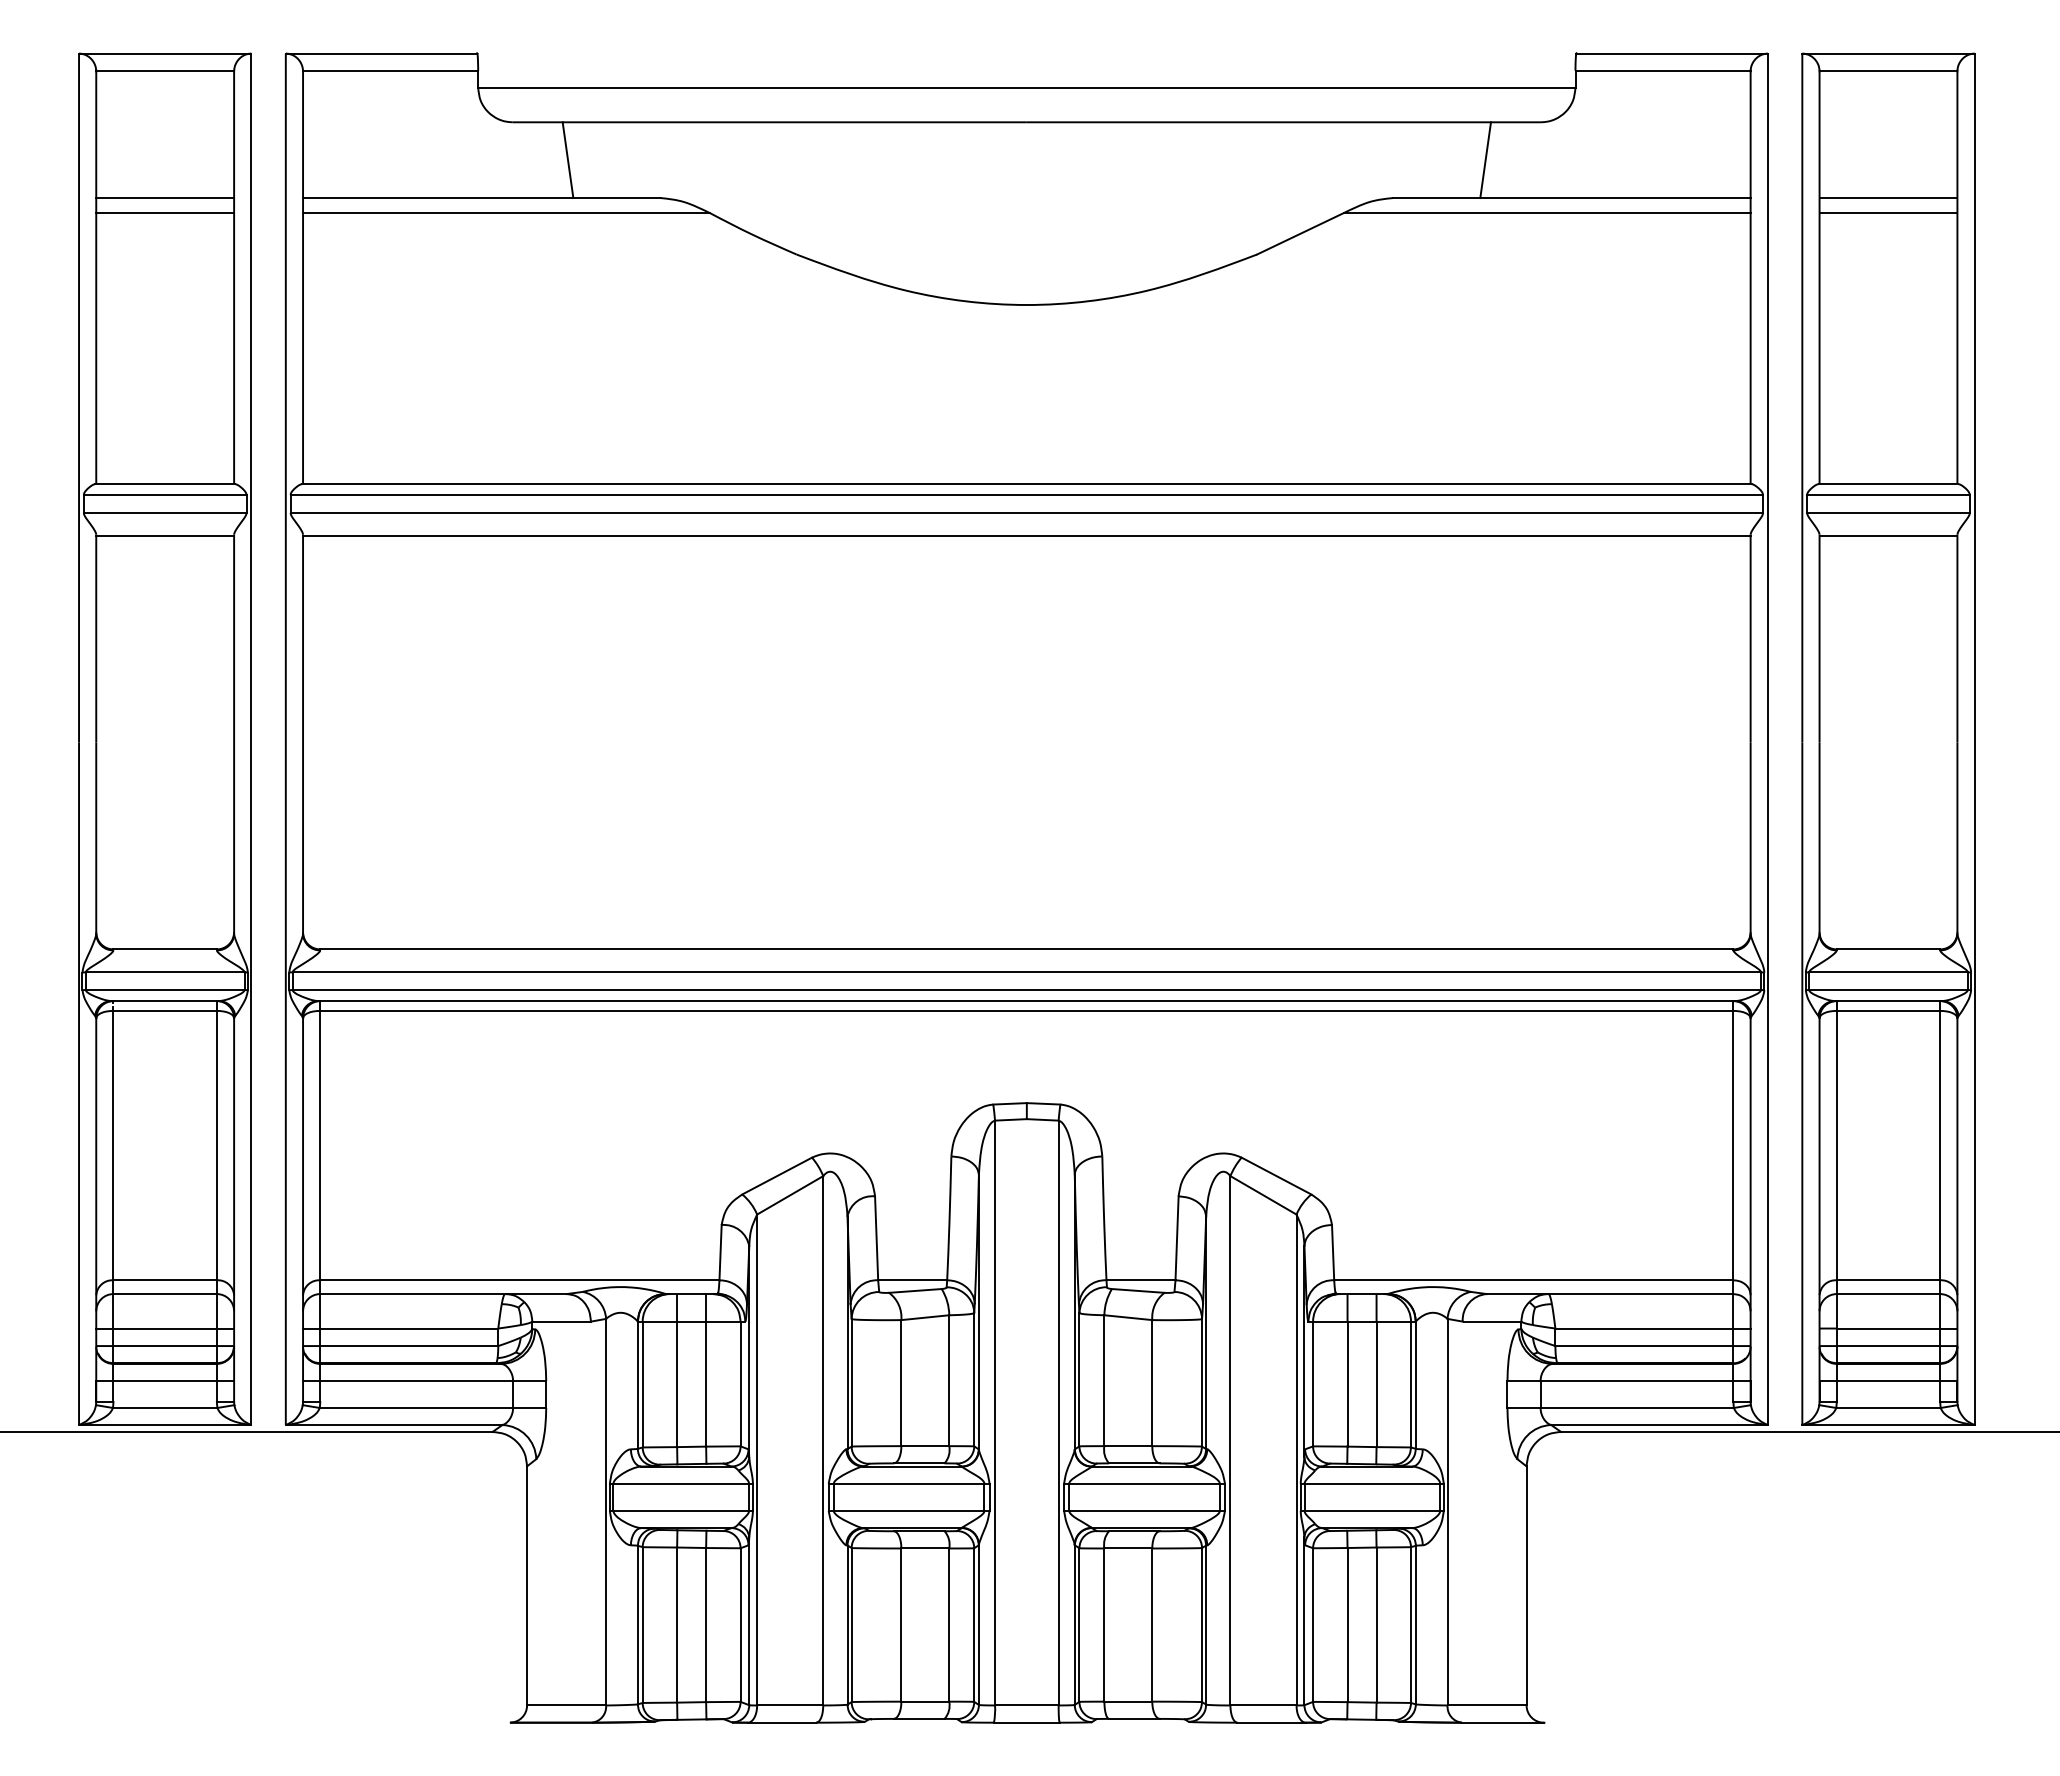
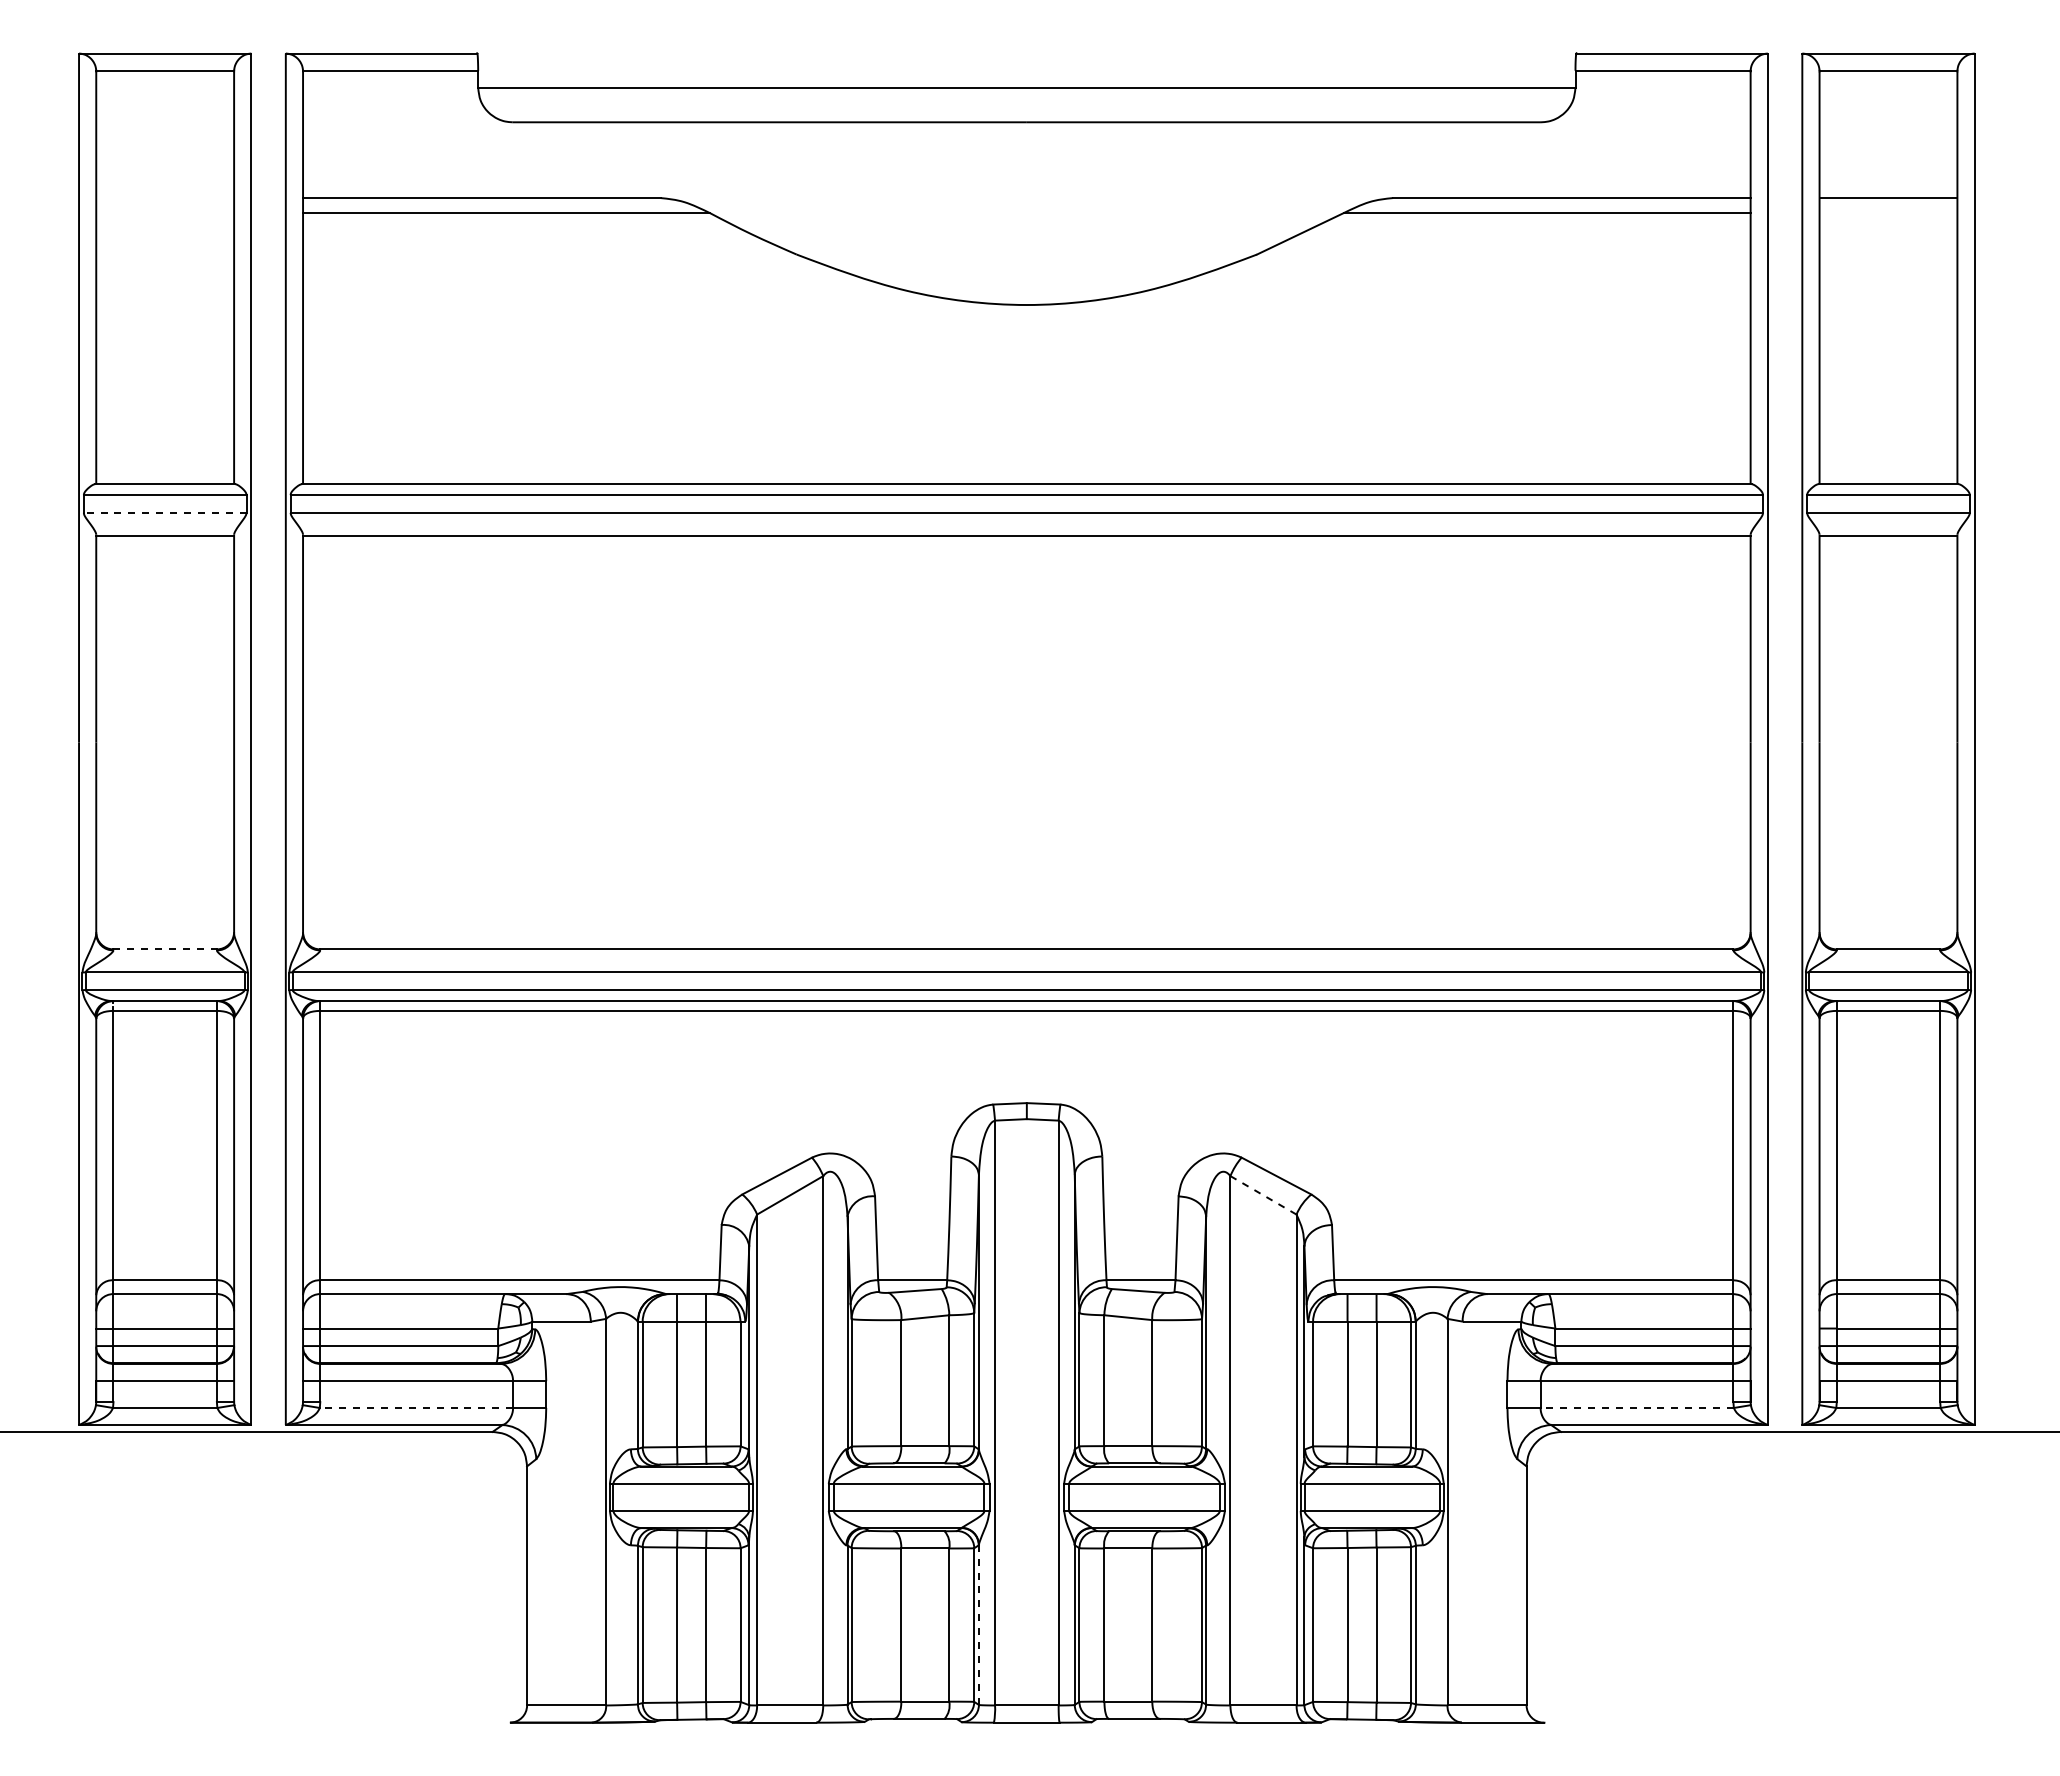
line at (567, 160): present -> none
line at (1485, 160): present -> none
line at (165, 198): present -> none
line at (165, 213): present -> none
line at (1888, 213): present -> none
line at (164, 512): solid -> dashed
line at (165, 949): solid -> dashed
line at (1263, 1195): solid -> dashed
line at (416, 1407): solid -> dashed
line at (1637, 1407): solid -> dashed
line at (978, 1625): solid -> dashed
